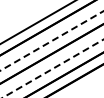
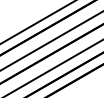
line at (52, 40): dashed -> solid
line at (53, 68): dashed -> solid
